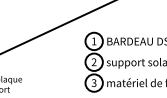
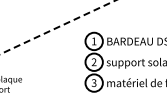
line at (58, 27): solid -> dashed
